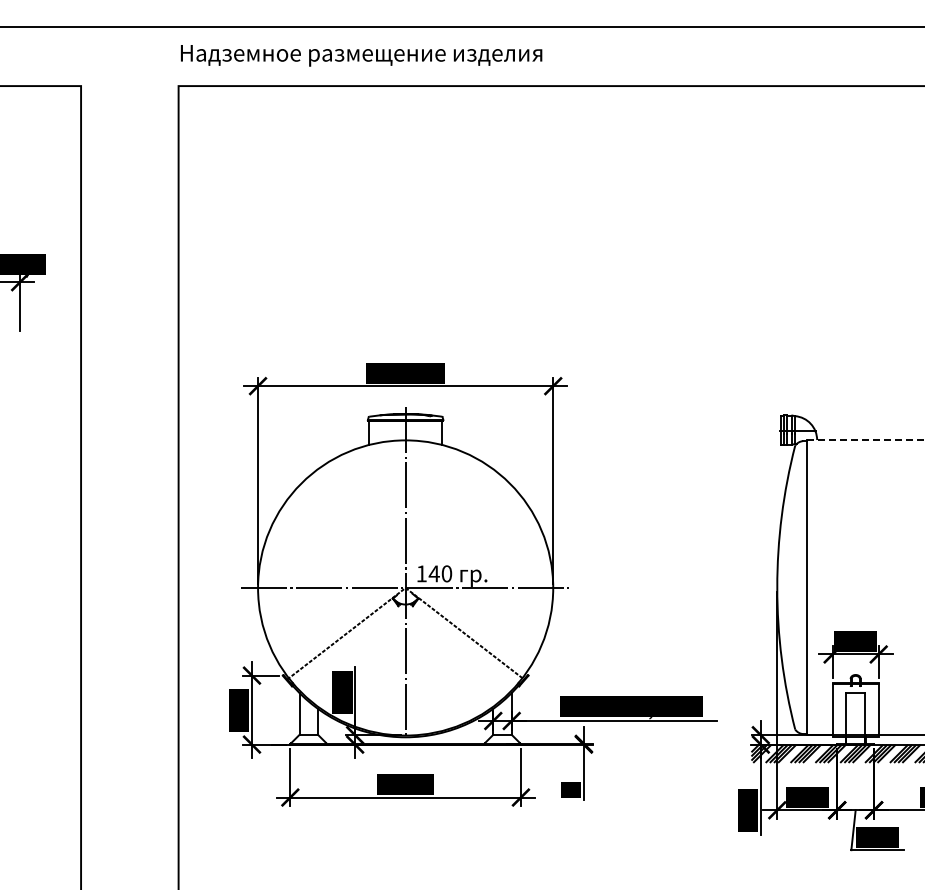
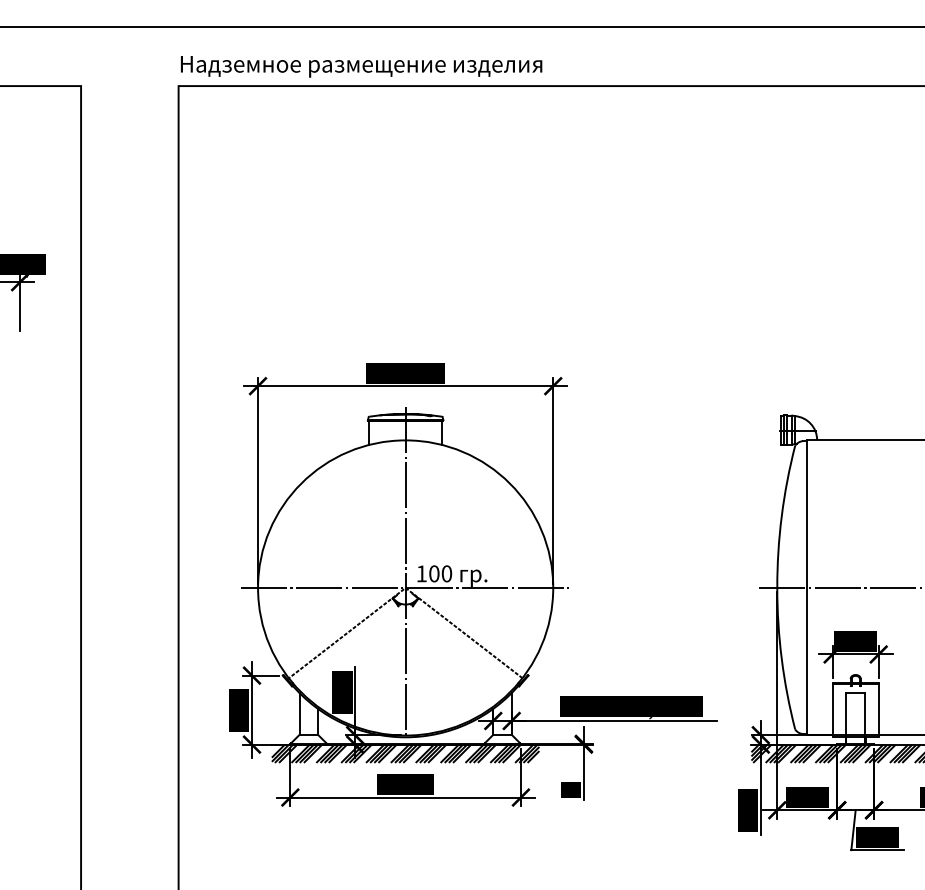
text at (361, 55) position: (361, 55) -> (361, 66)
line at (865, 440): dashed -> solid
text at (433, 573): 140 -> 100
line at (840, 587): none -> present
hatch at (405, 753): none -> present
